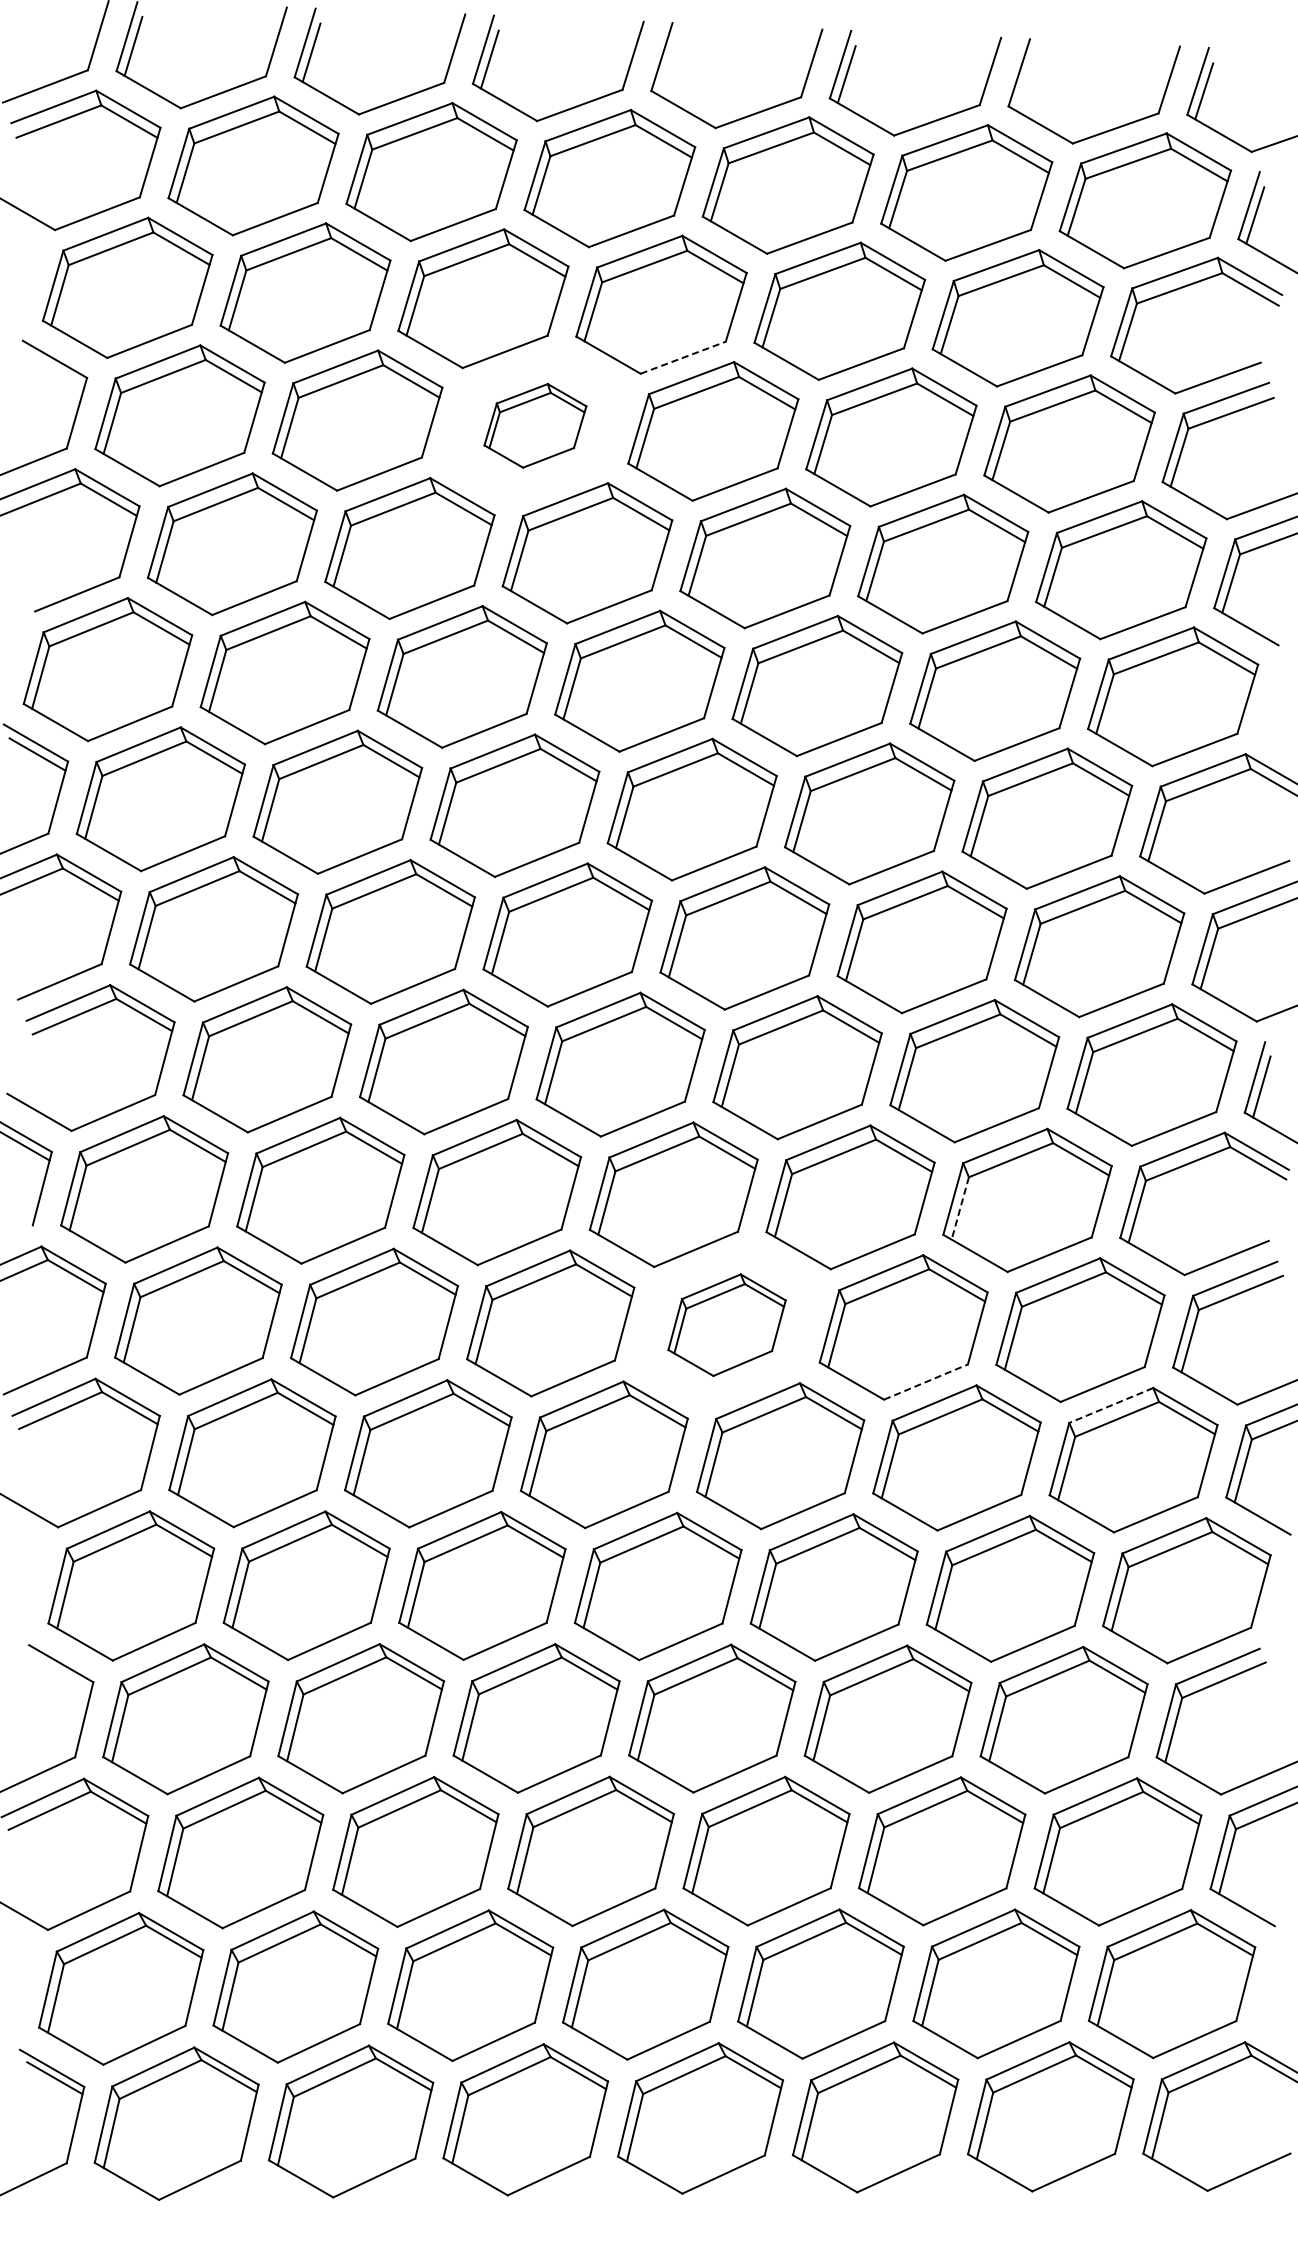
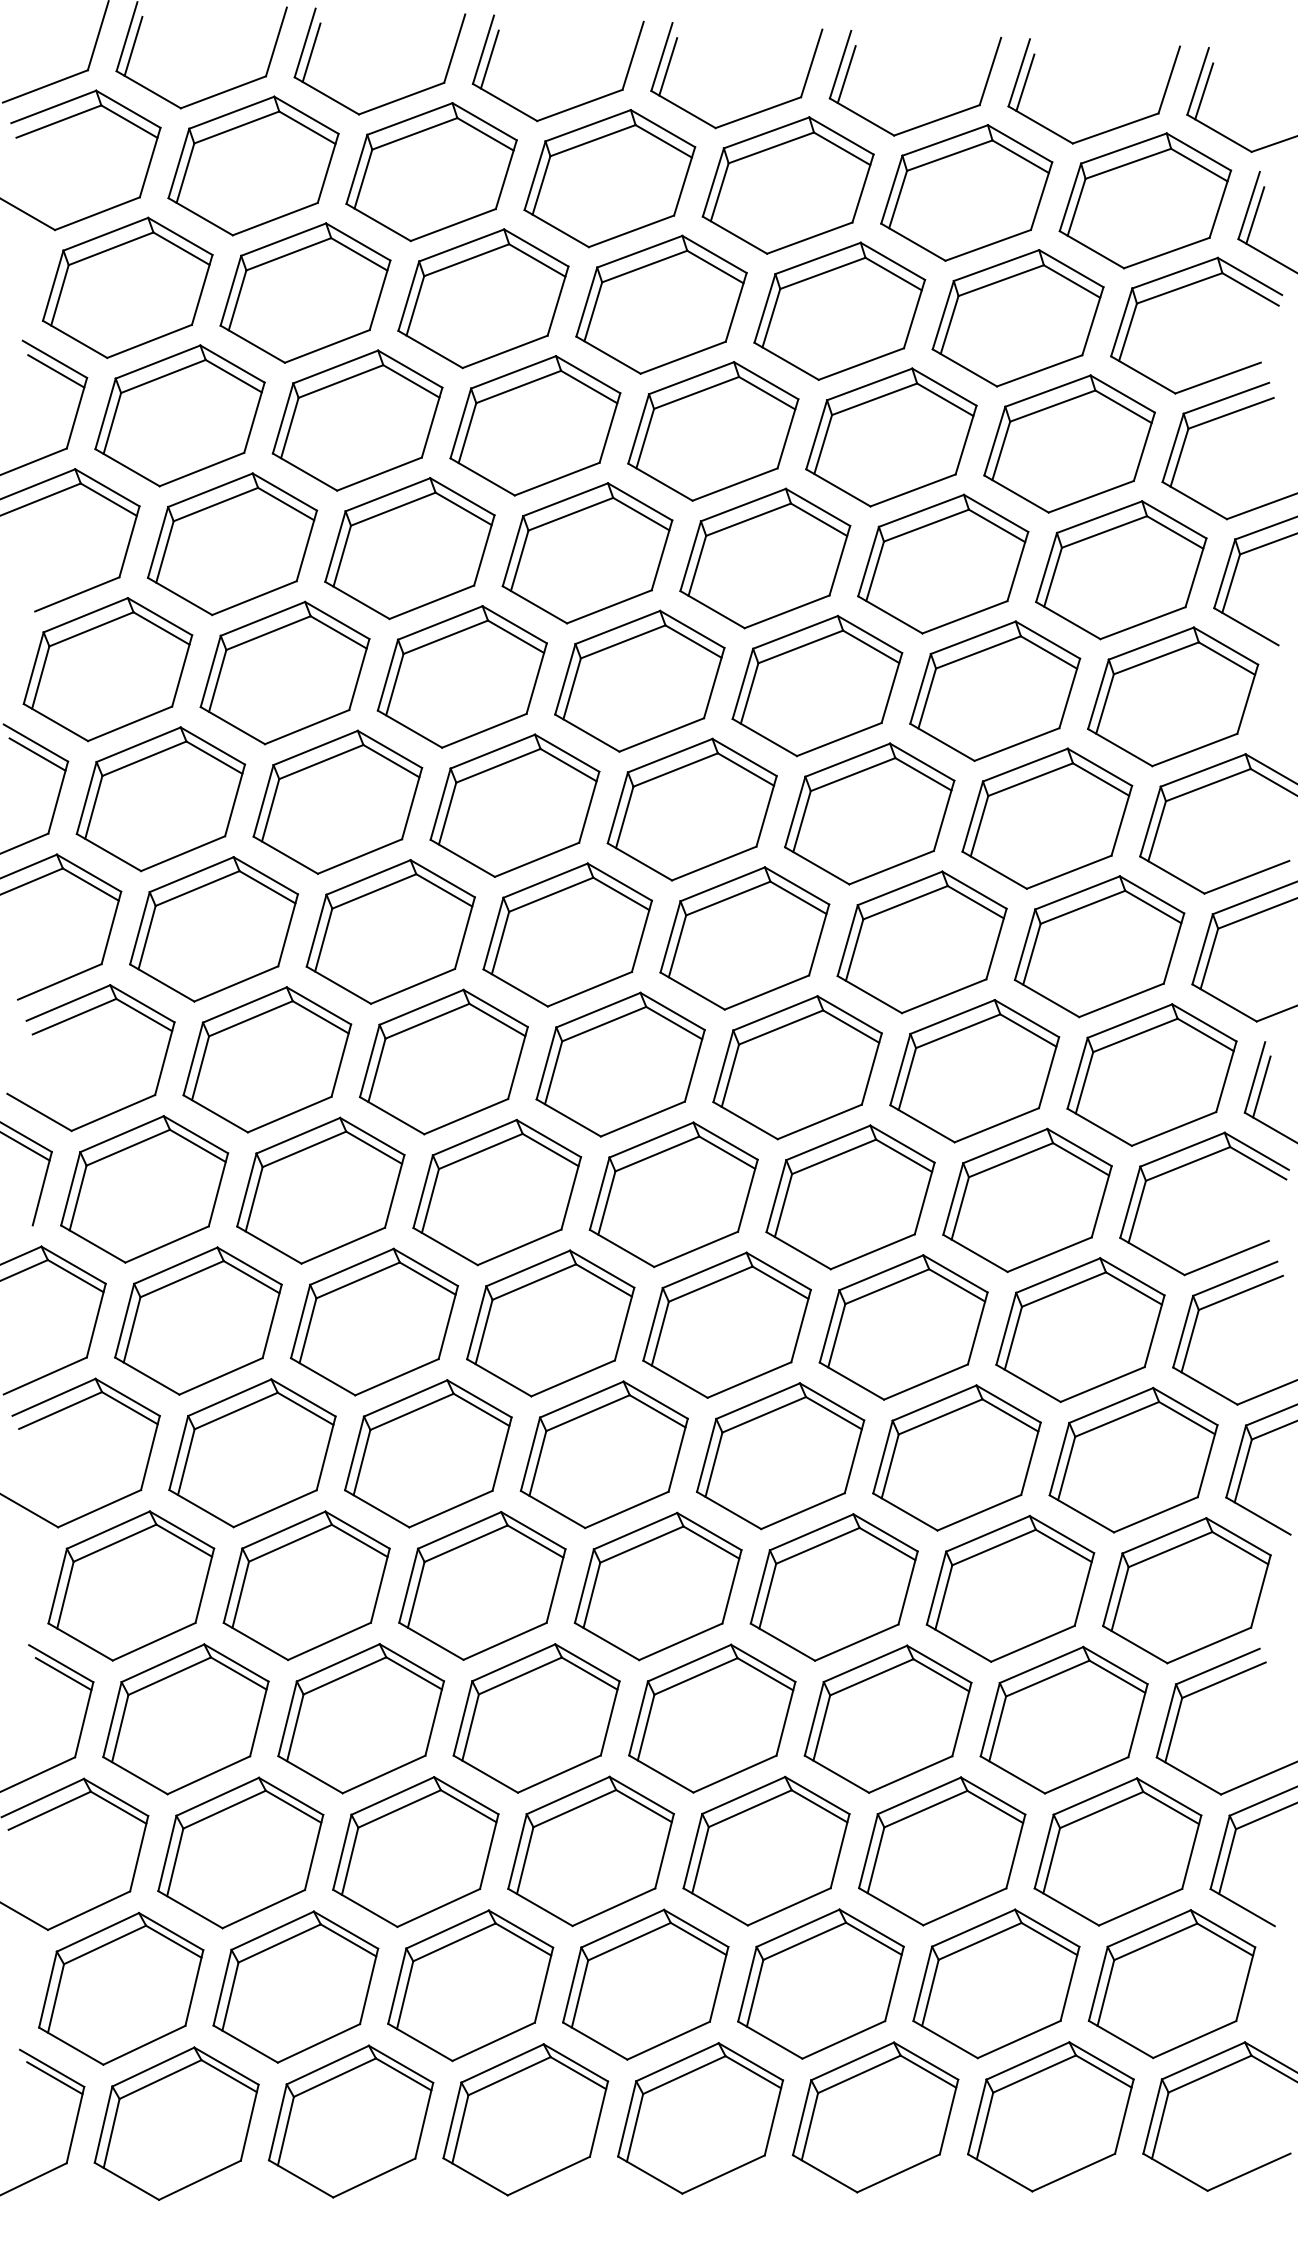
line at (668, 66): none -> present
line at (1025, 82): none -> present
line at (683, 357): dashed -> solid
line at (56, 371): none -> present
part at (535, 425) size: 105x86 px -> 173x142 px
line at (960, 1208): dashed -> solid
part at (726, 1325) size: 120x105 px -> 170x148 px
line at (926, 1381): dashed -> solid
line at (1110, 1405): dashed -> solid
line at (63, 1674): none -> present
